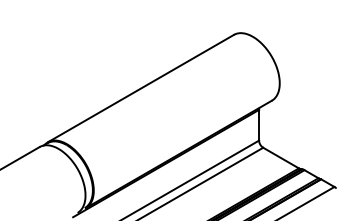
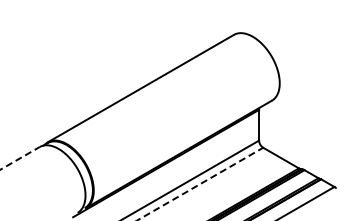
line at (20, 158): solid -> dashed
line at (200, 184): solid -> dashed
